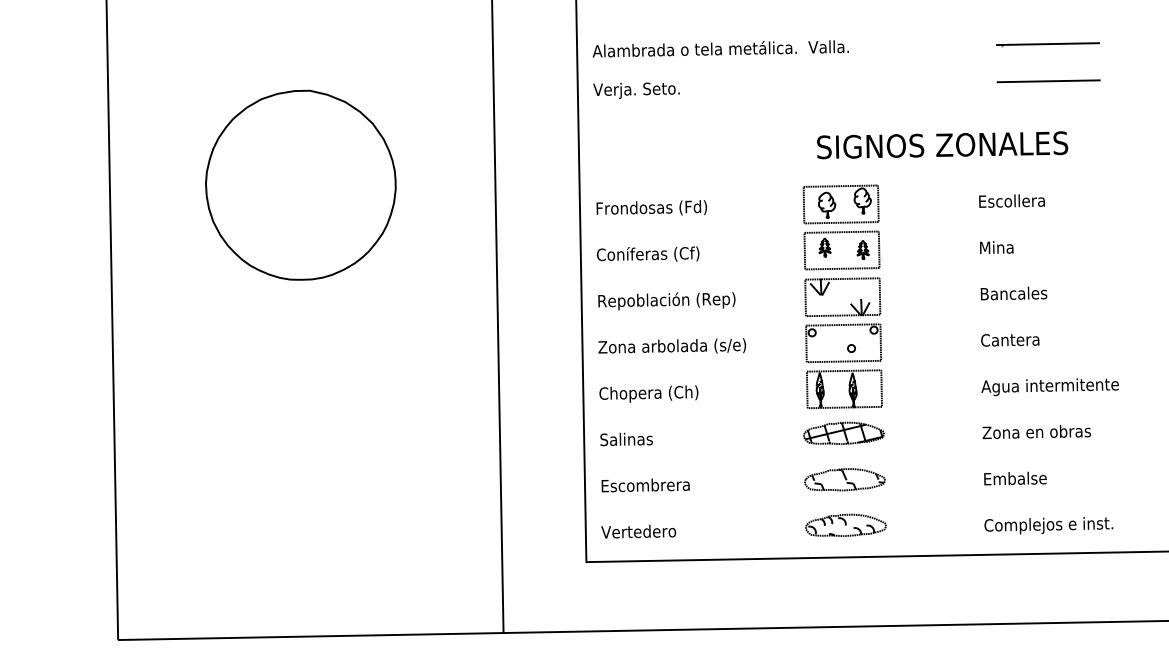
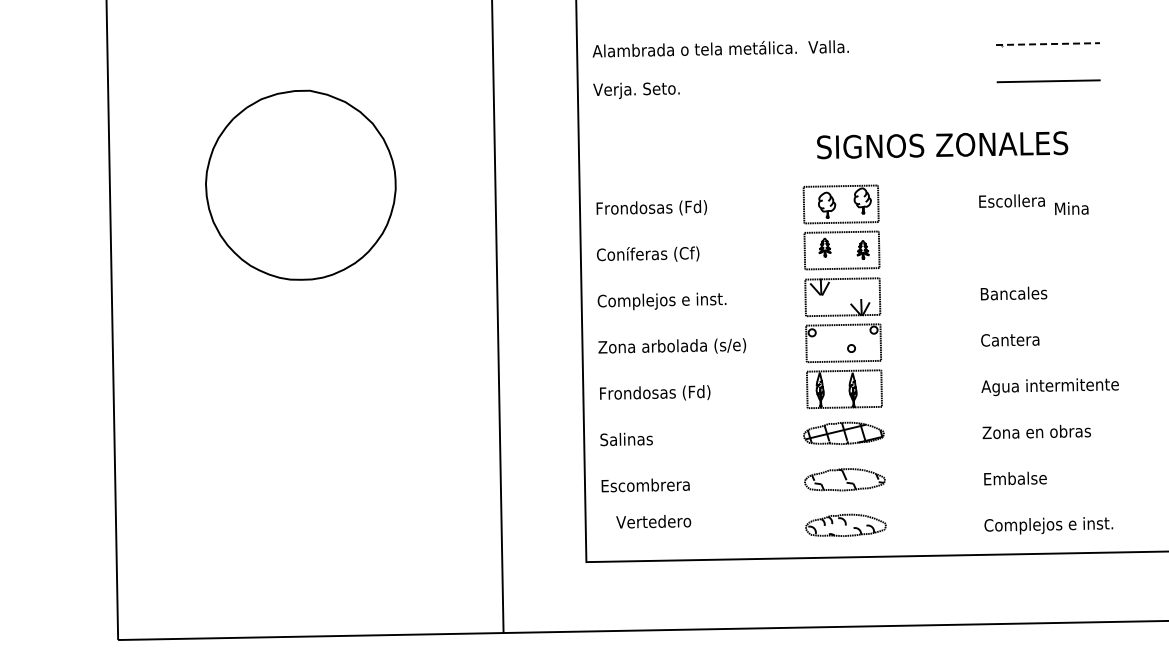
line at (1048, 44): solid -> dashed
text at (996, 247) position: (996, 247) -> (1071, 208)
text at (666, 301): Repoblación (Rep) -> Complejos e inst.
text at (654, 393): Chopera (Ch) -> Frondosas (Fd)
text at (638, 531) position: (638, 531) -> (653, 521)
